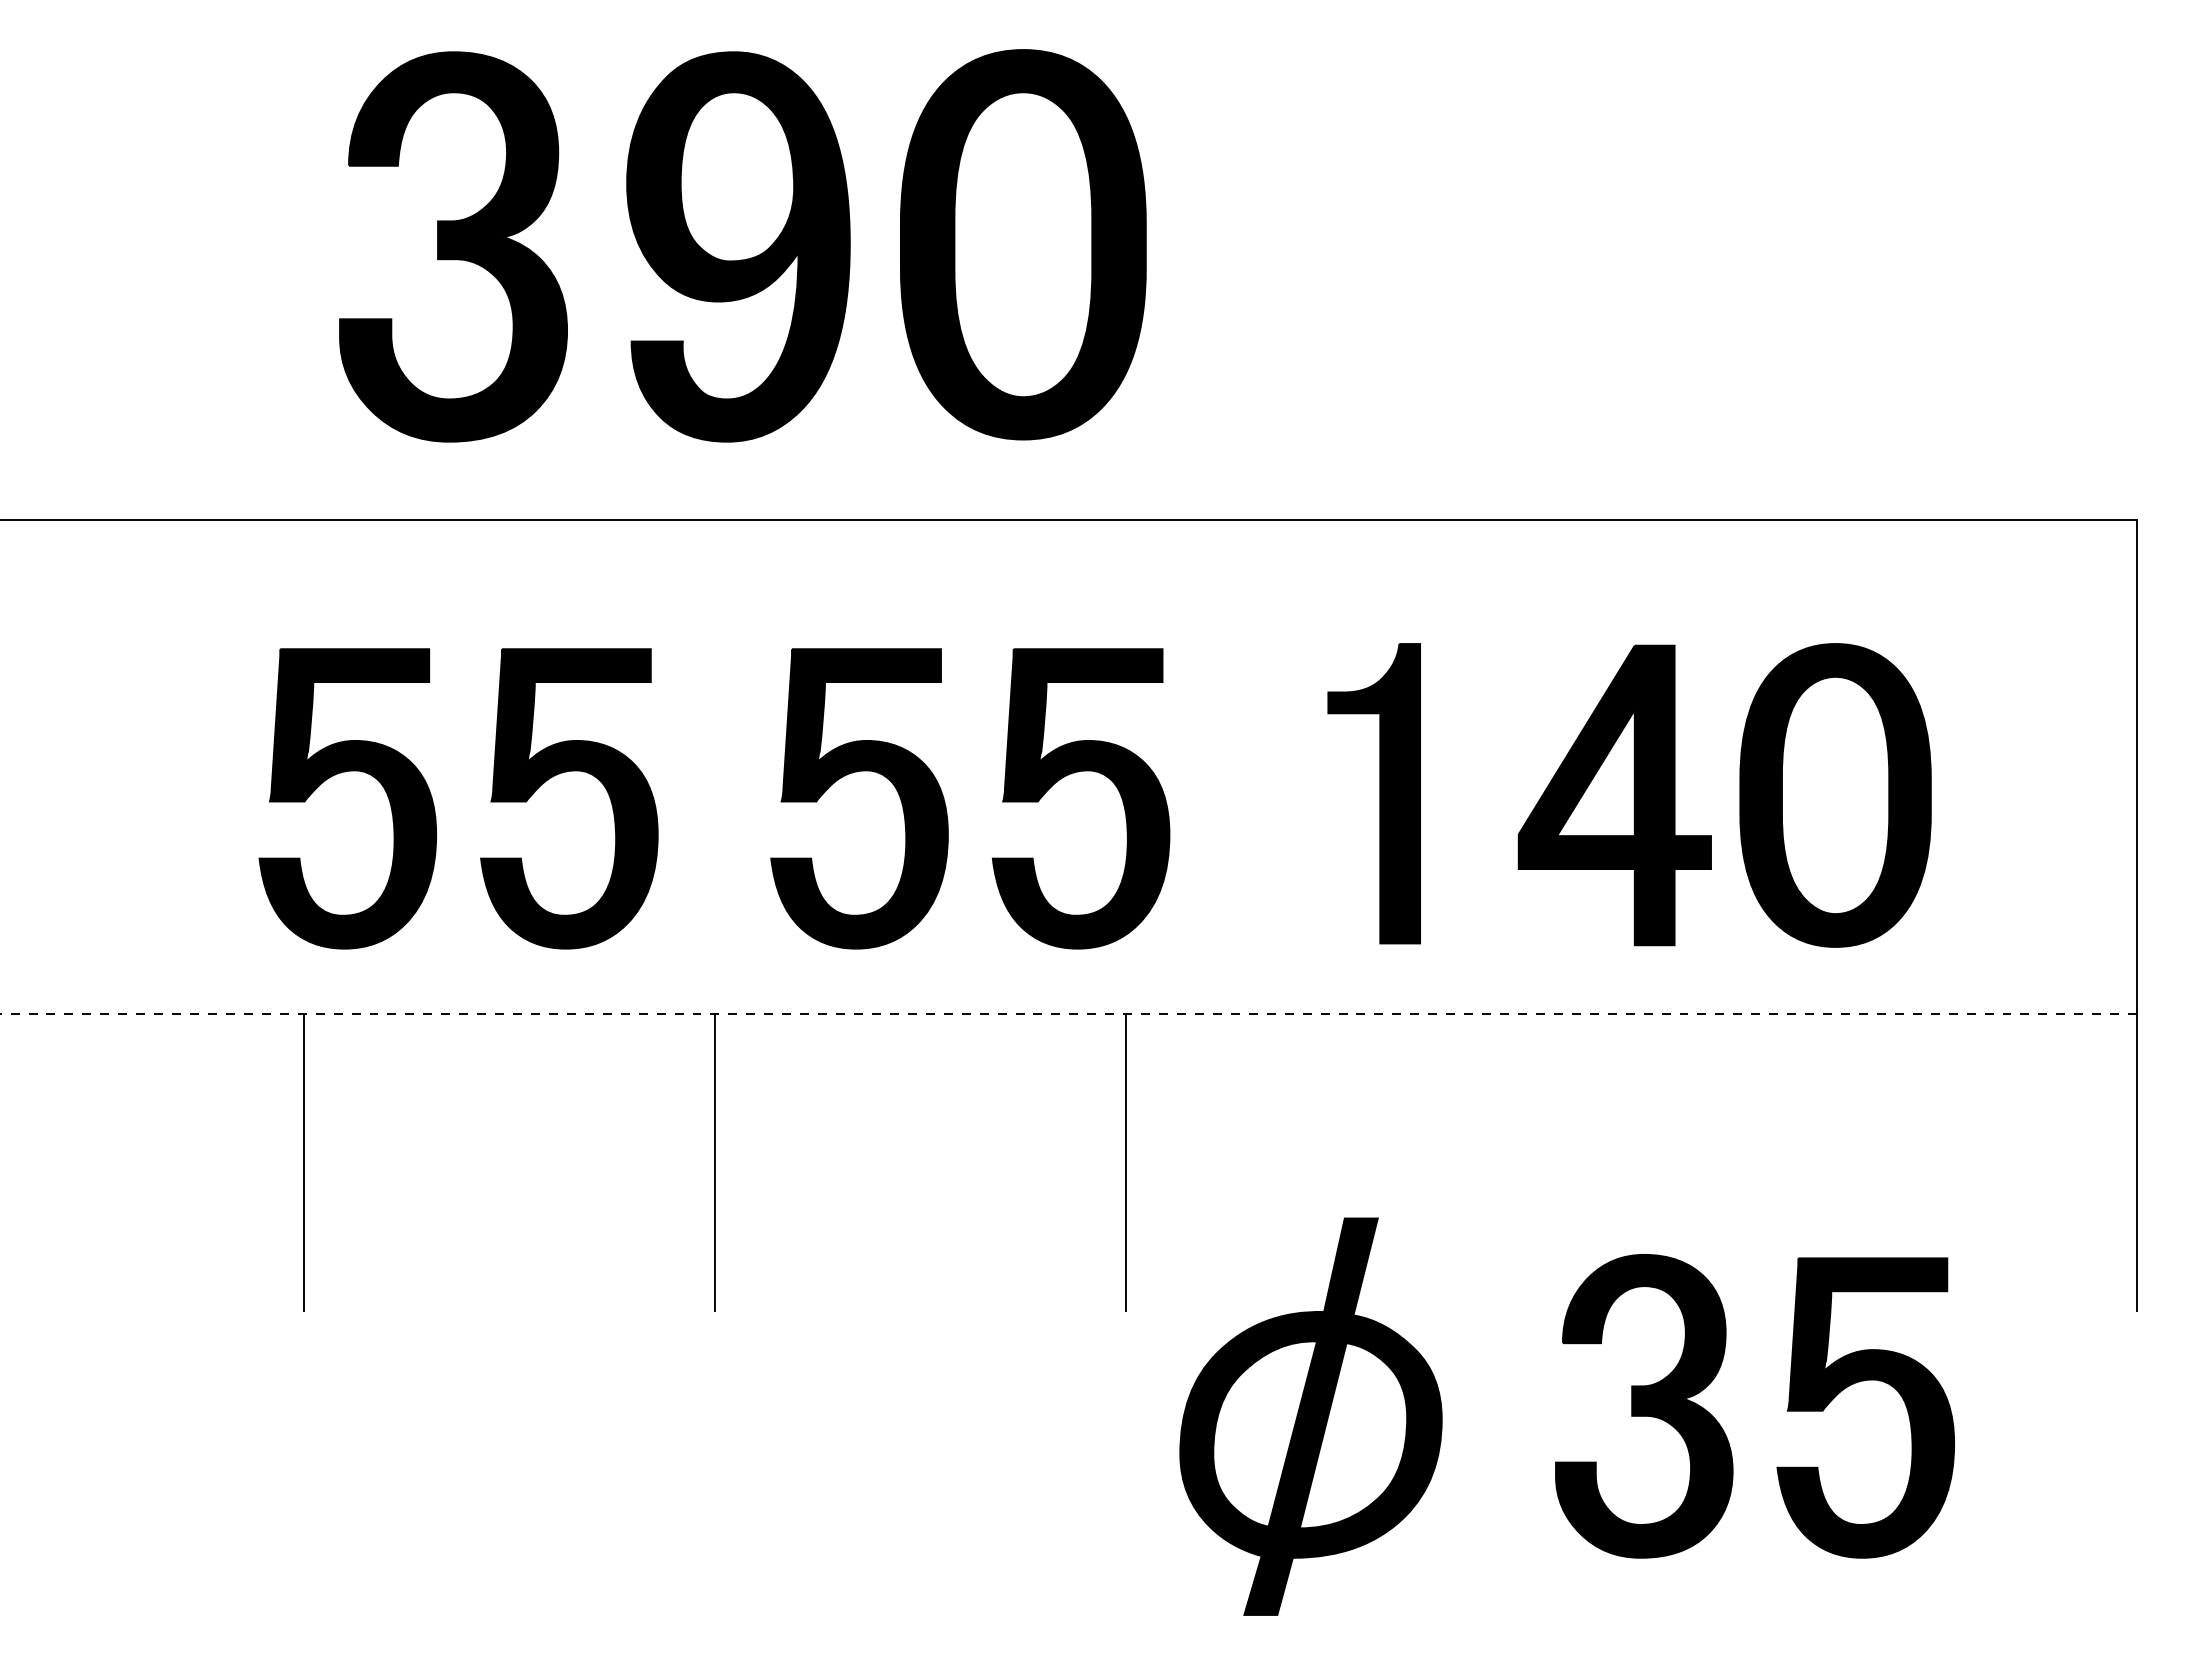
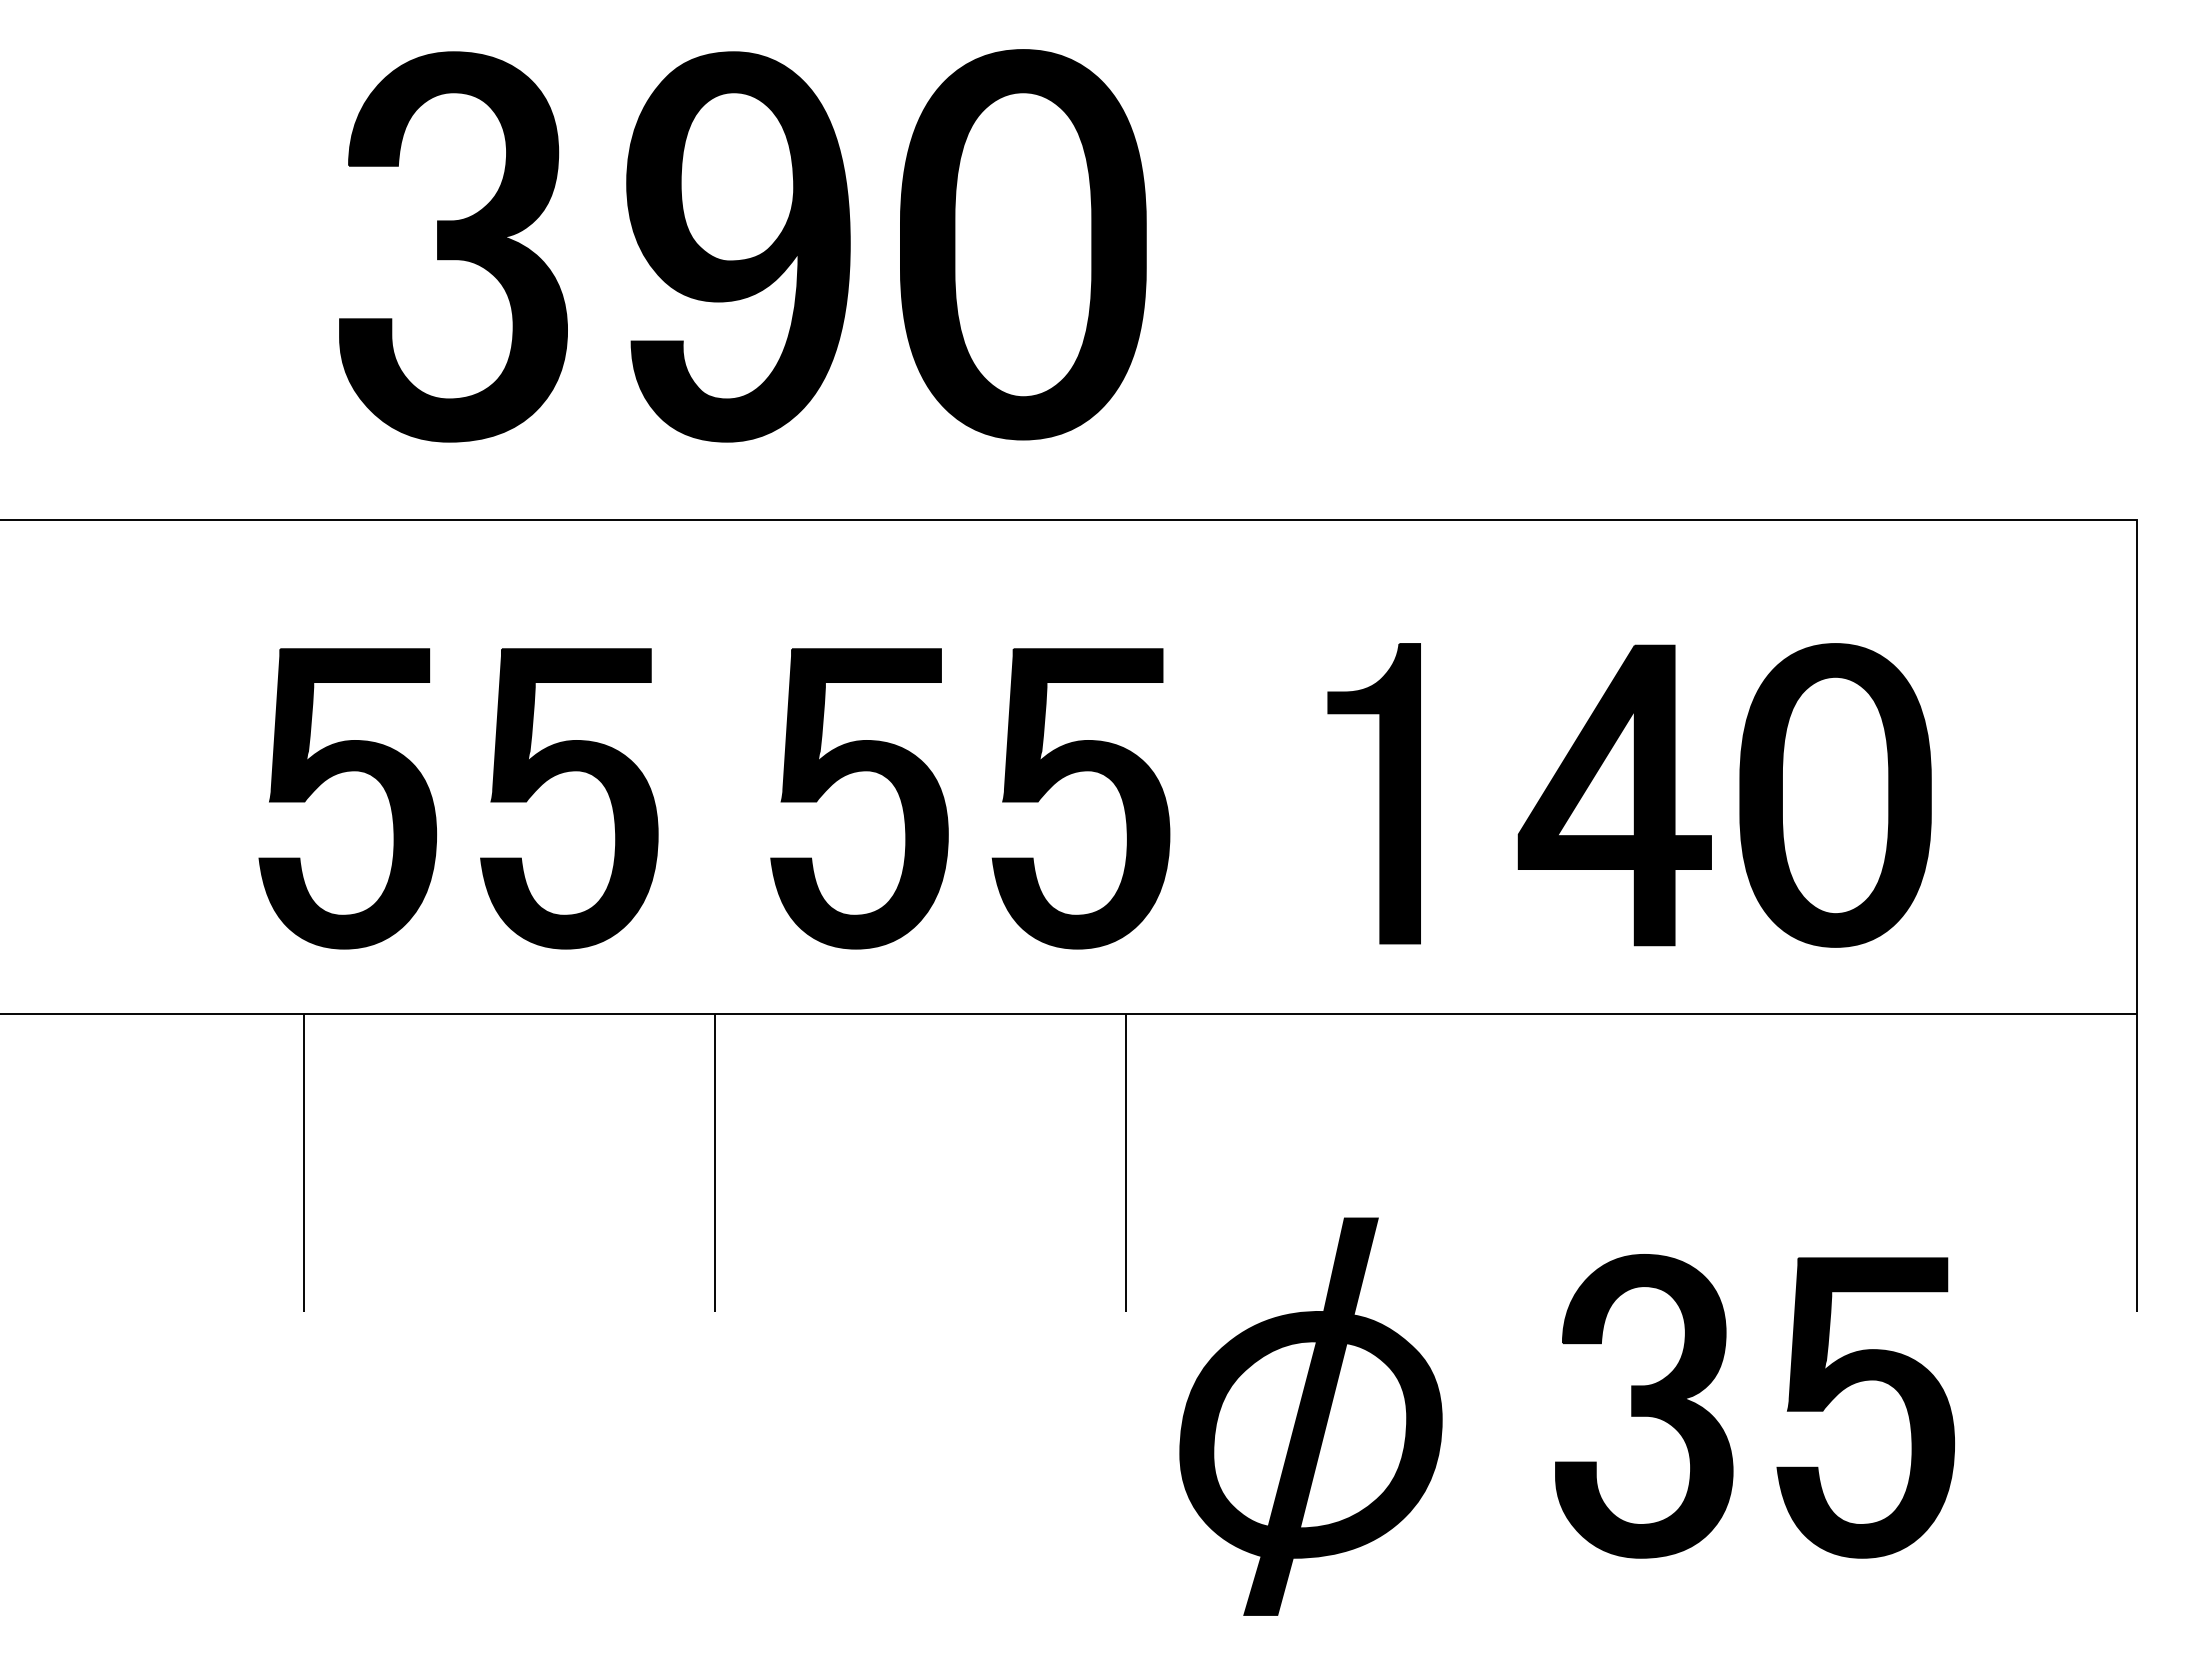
line at (1069, 1013): dashed -> solid
